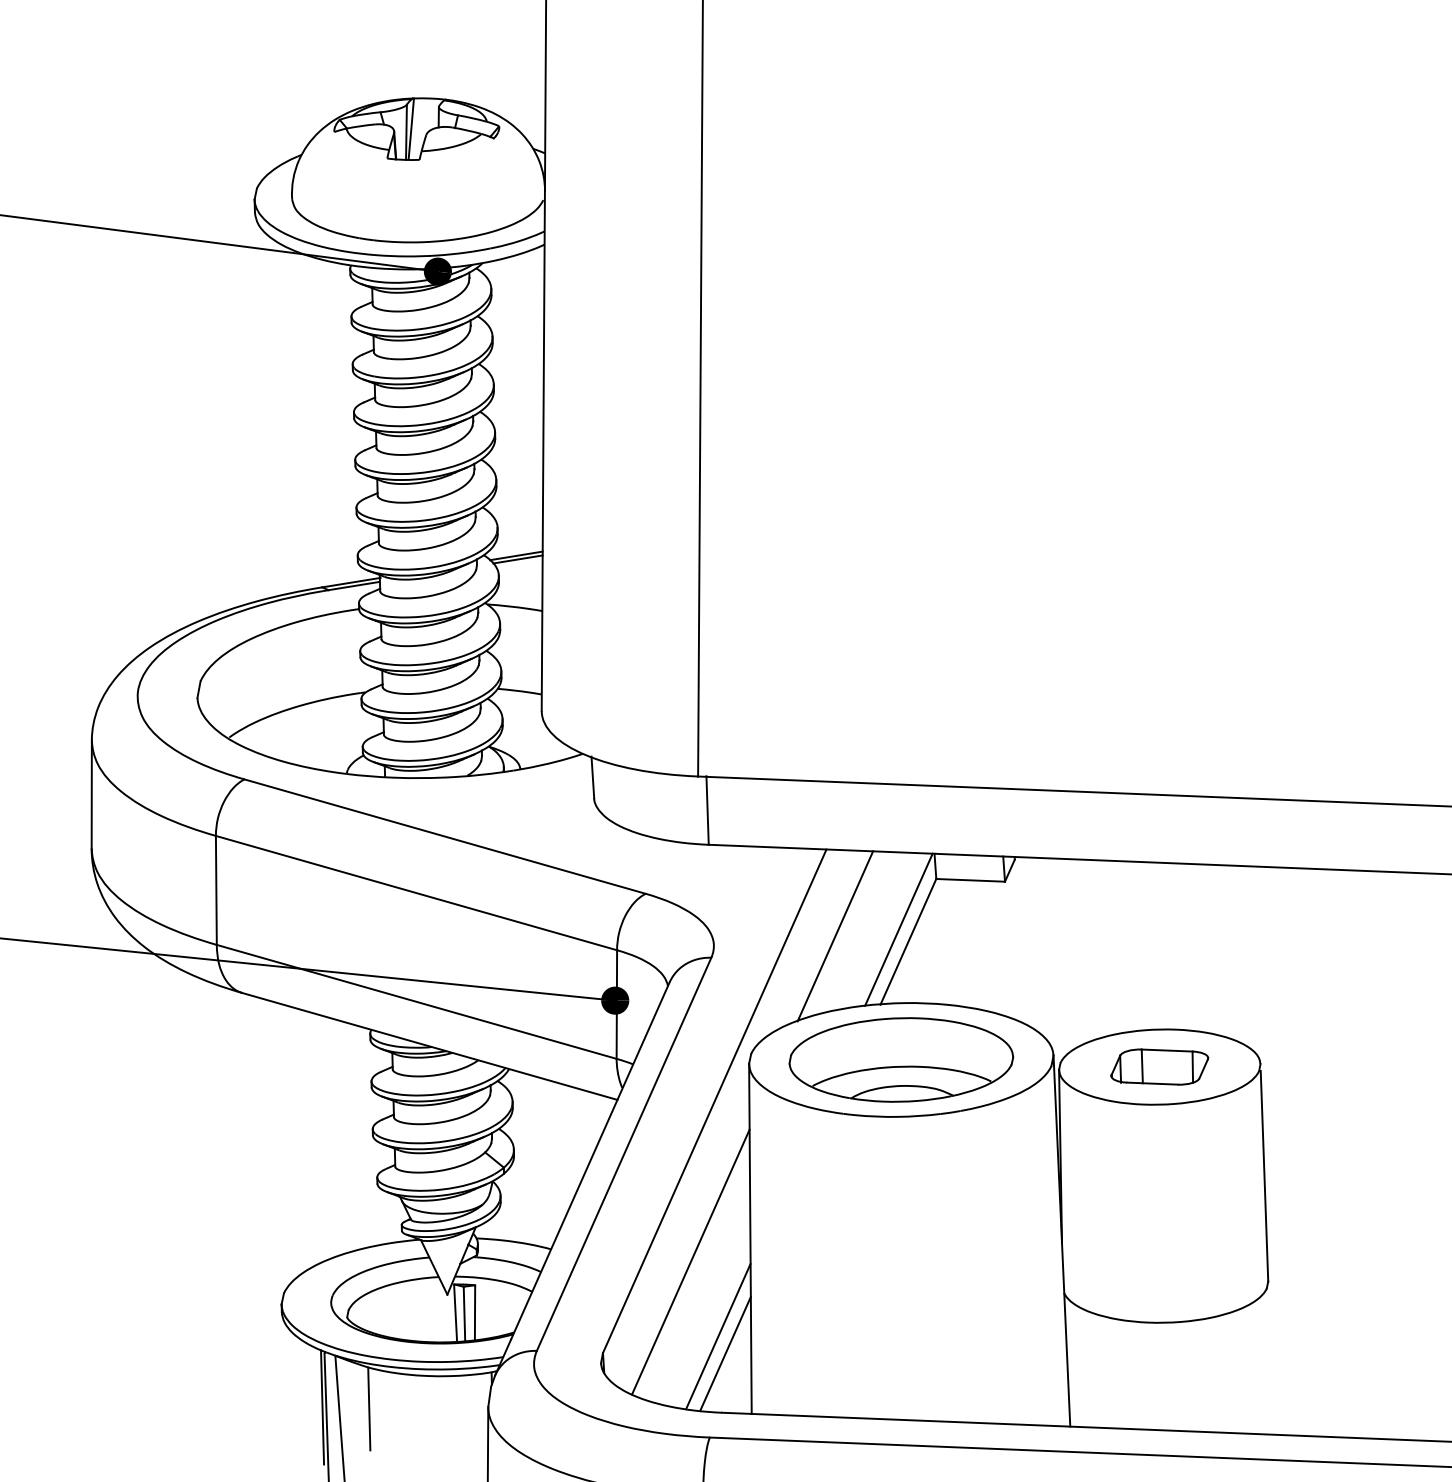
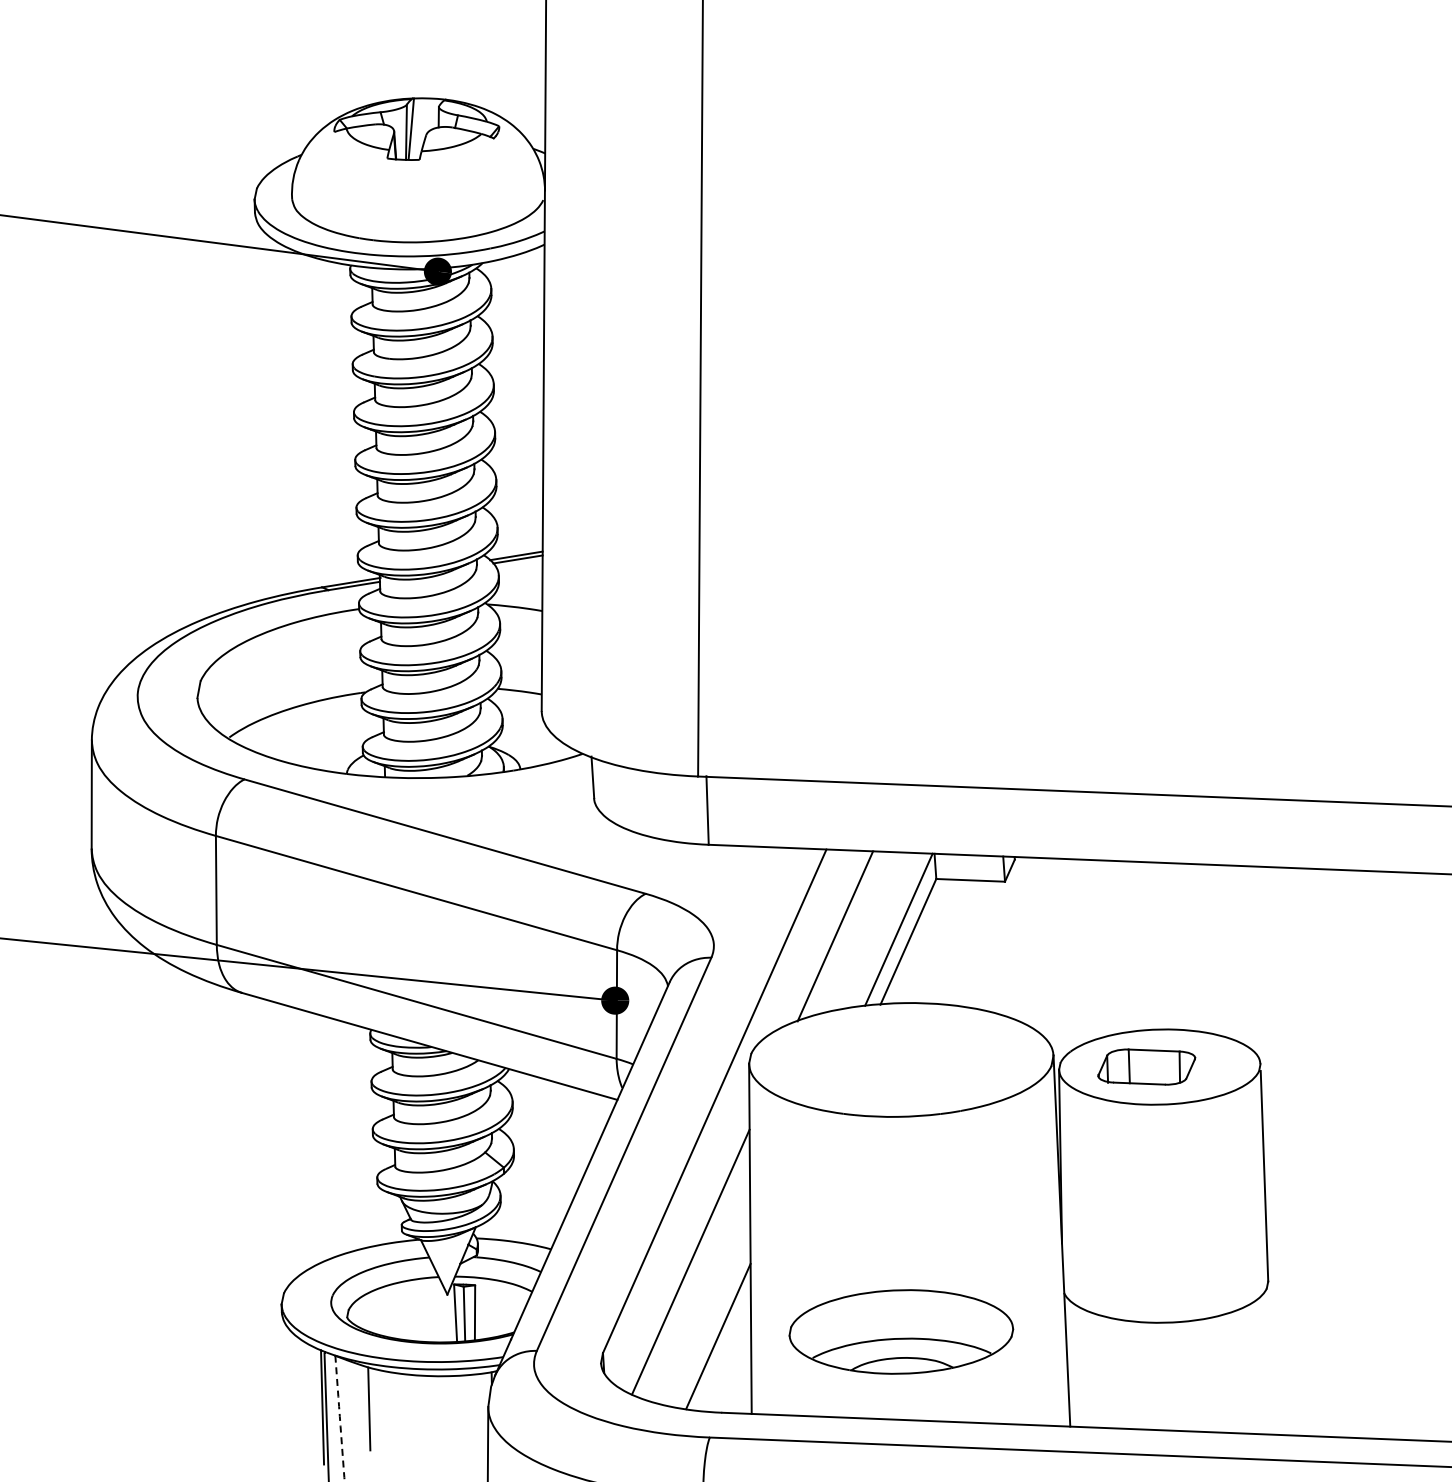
part at (901, 1059) position: (901, 1059) -> (901, 1331)
part at (1159, 1066) position: (1159, 1066) -> (1146, 1066)
line at (725, 1353): present -> none
arc at (340, 1419): solid -> dashed
